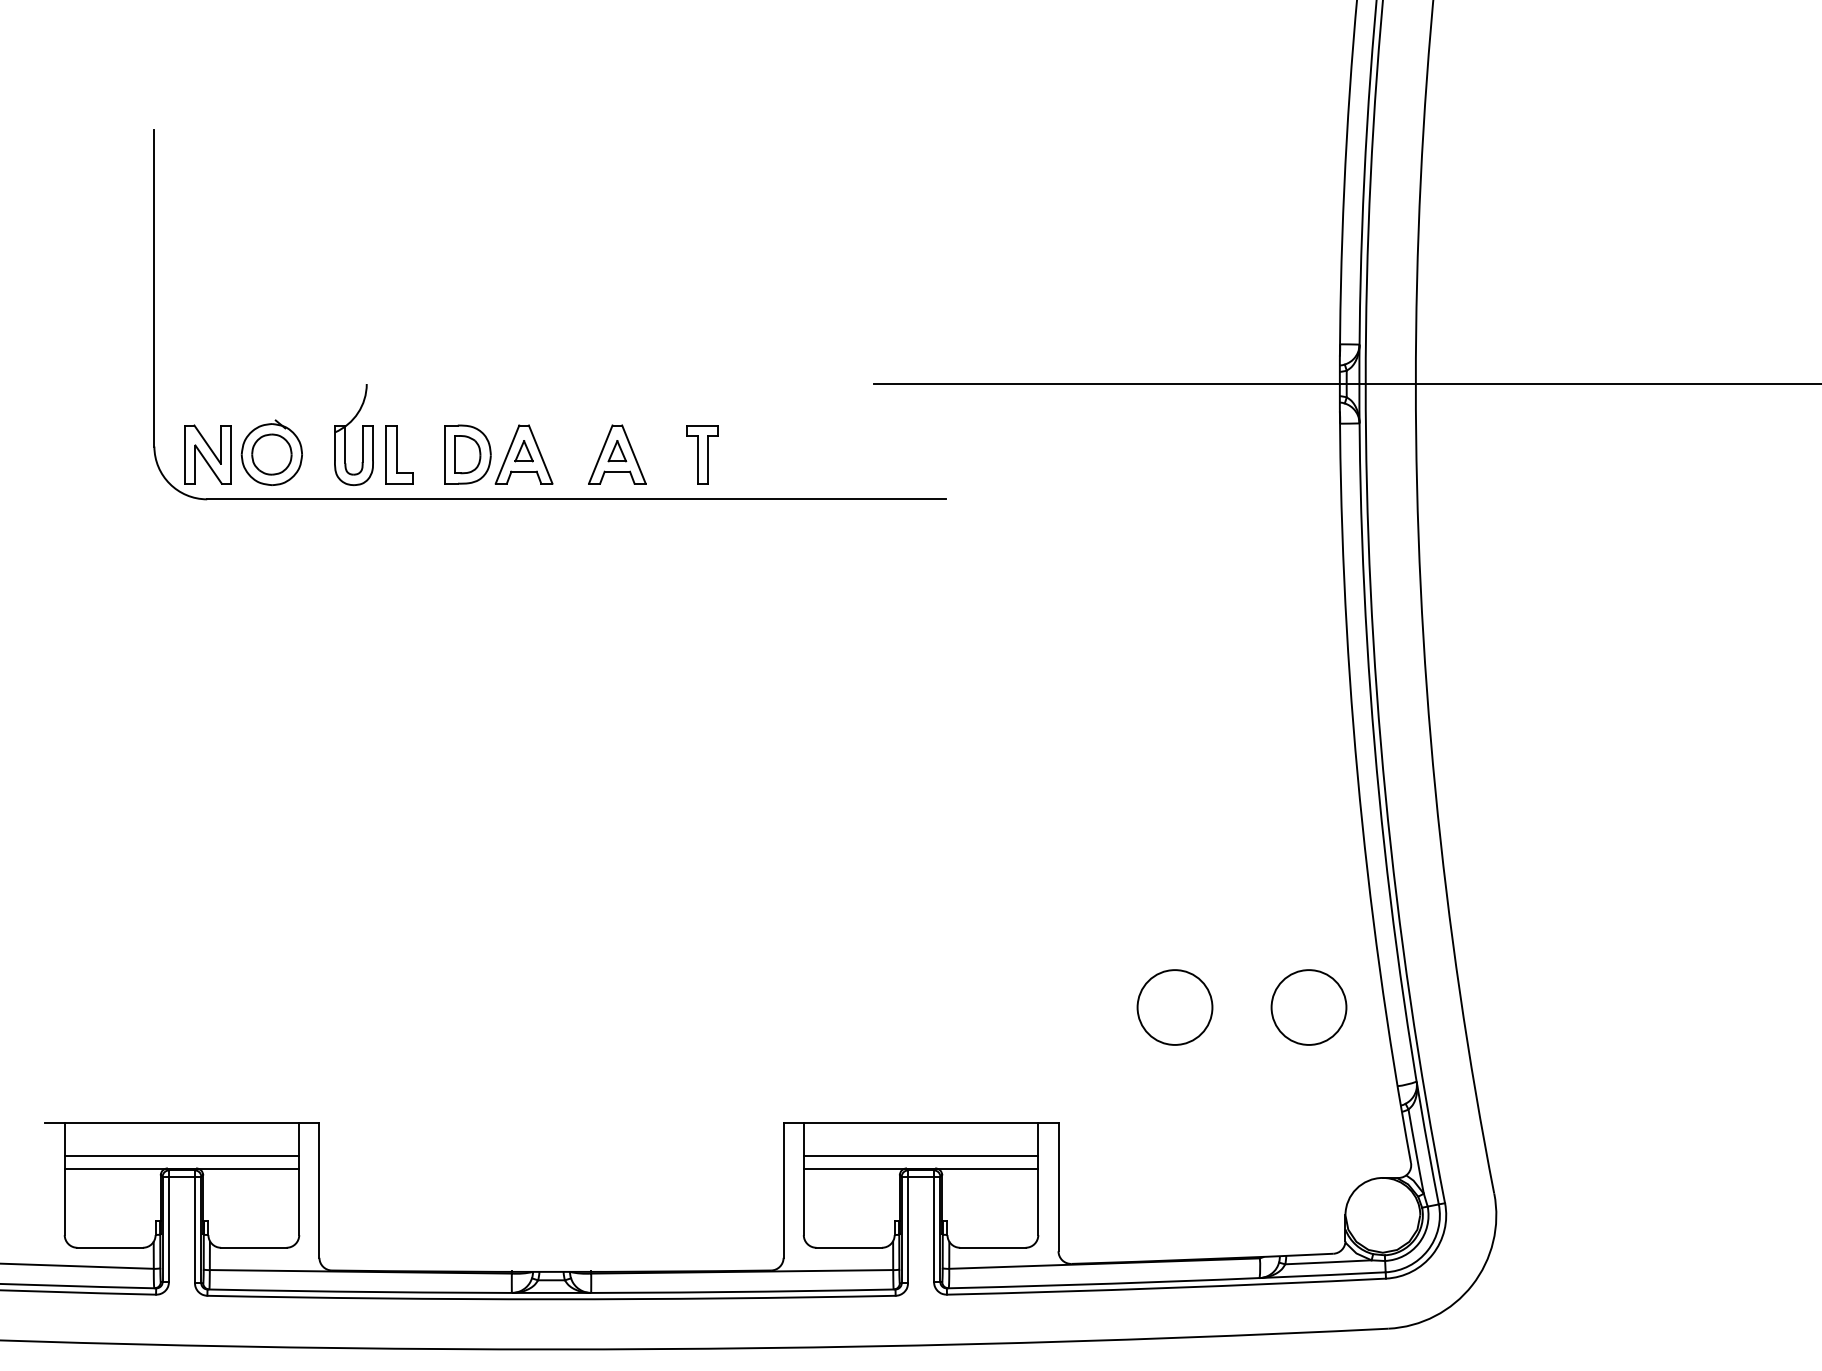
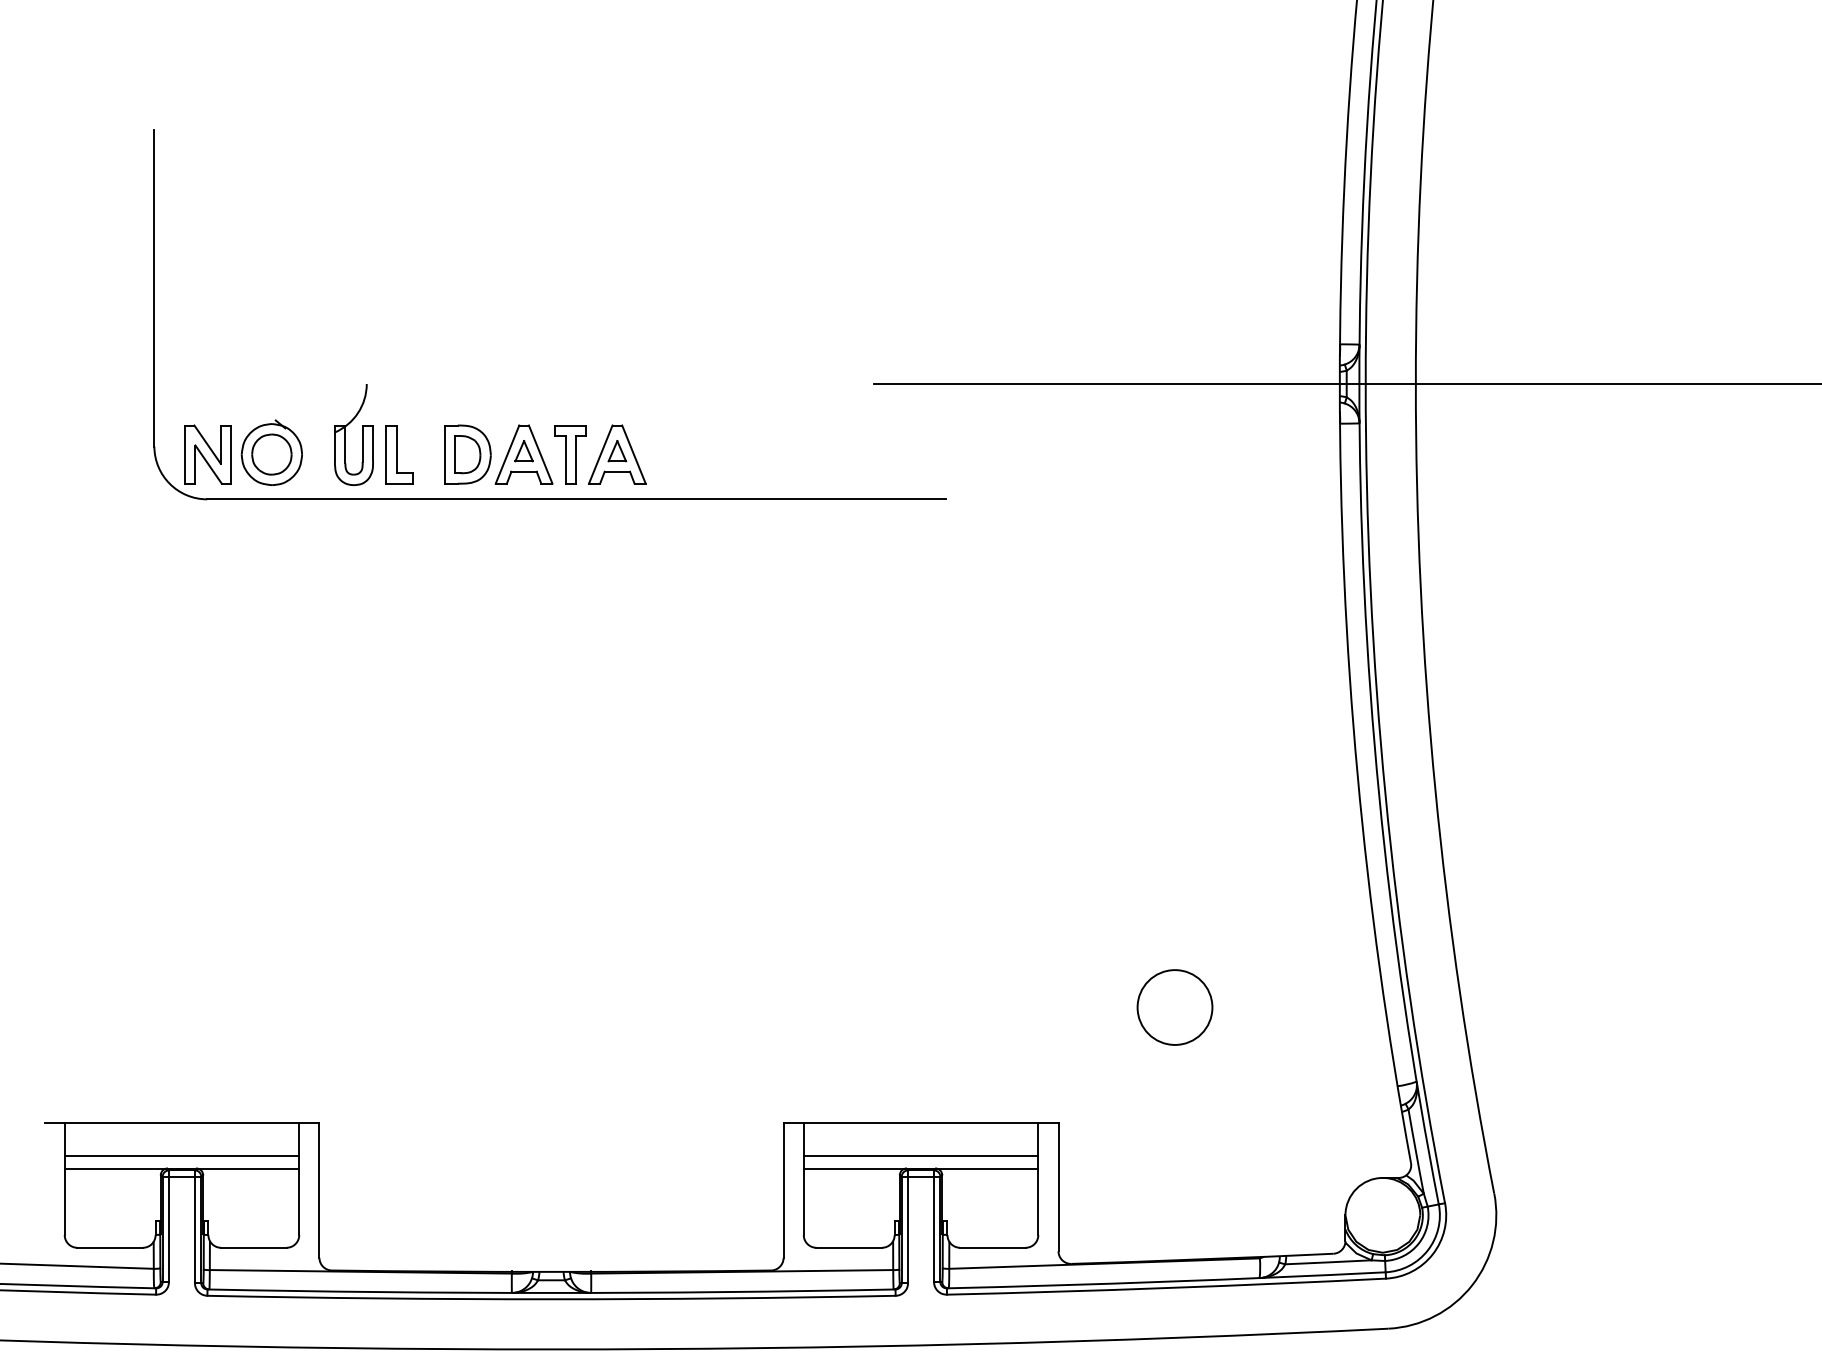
part at (702, 454) position: (702, 454) -> (570, 454)
circle at (1308, 1007): present -> none
